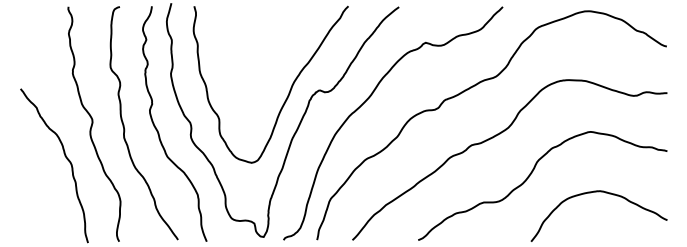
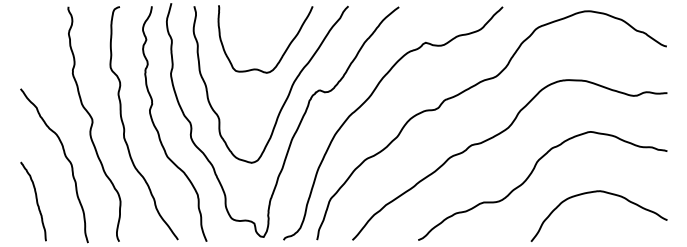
curve at (283, 52): none -> present
curve at (36, 201): none -> present
